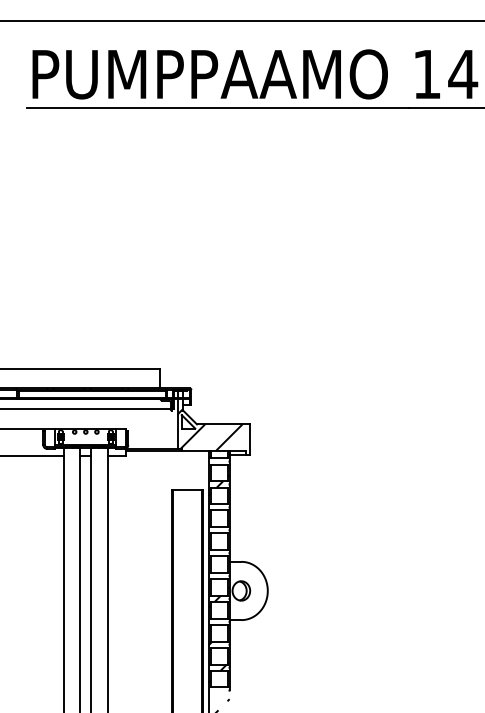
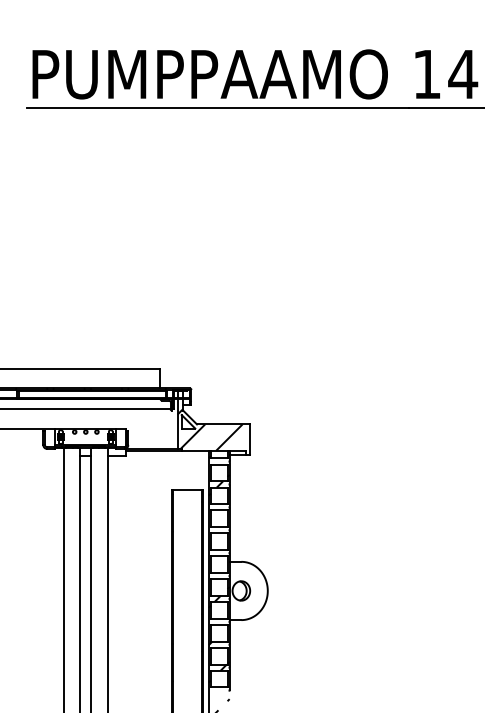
line at (241, 21): present -> none
line at (32, 456): present -> none
